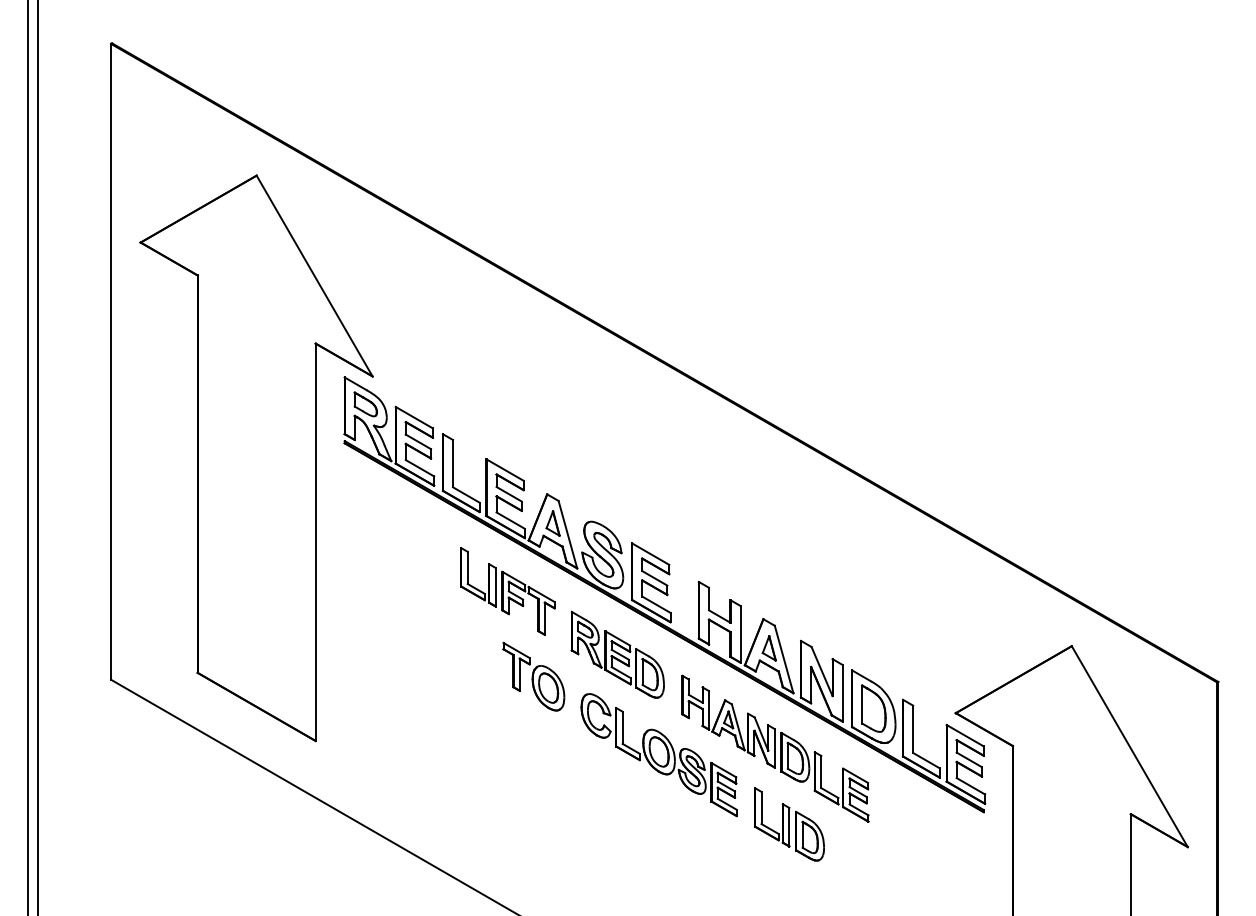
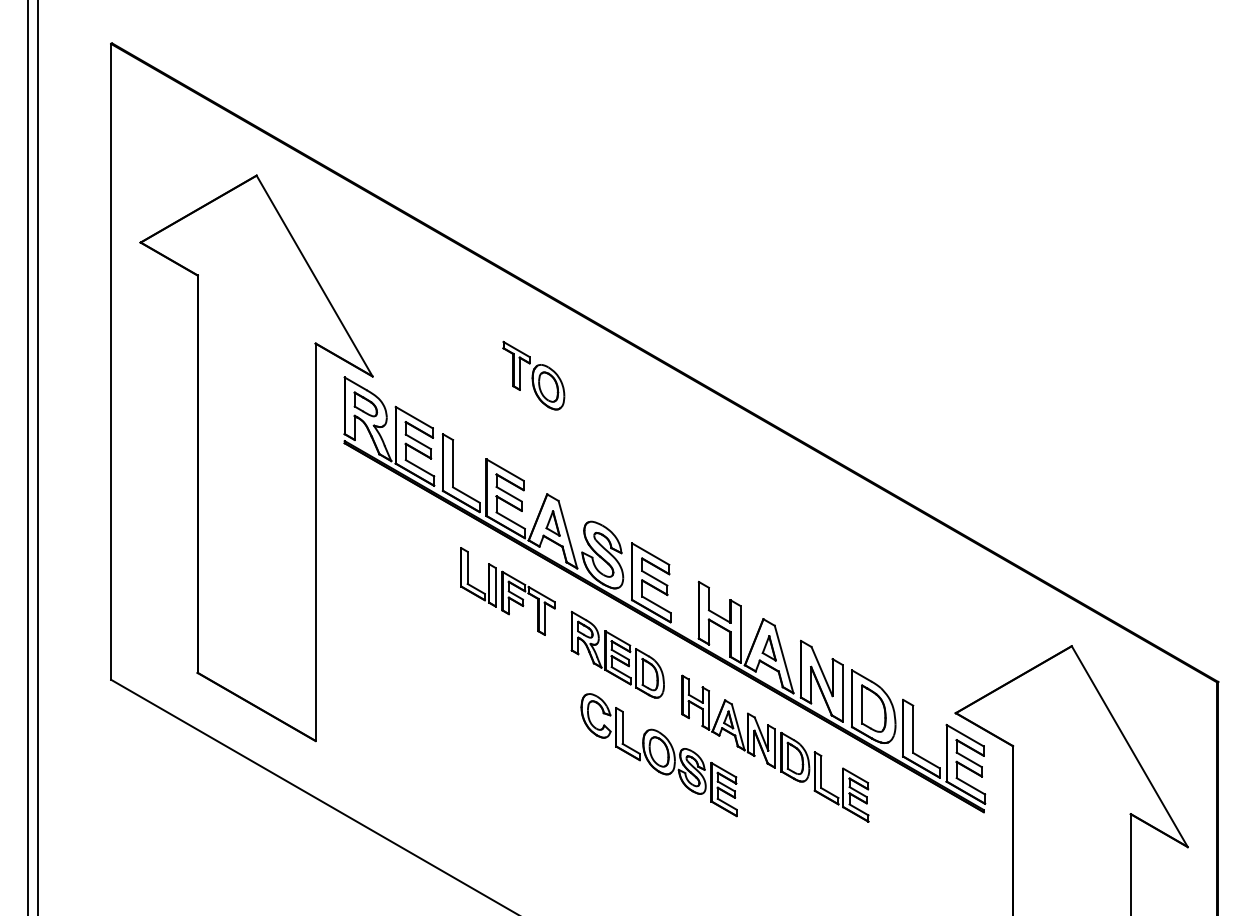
part at (533, 676) position: (533, 676) -> (533, 375)
part at (789, 824): present -> none
